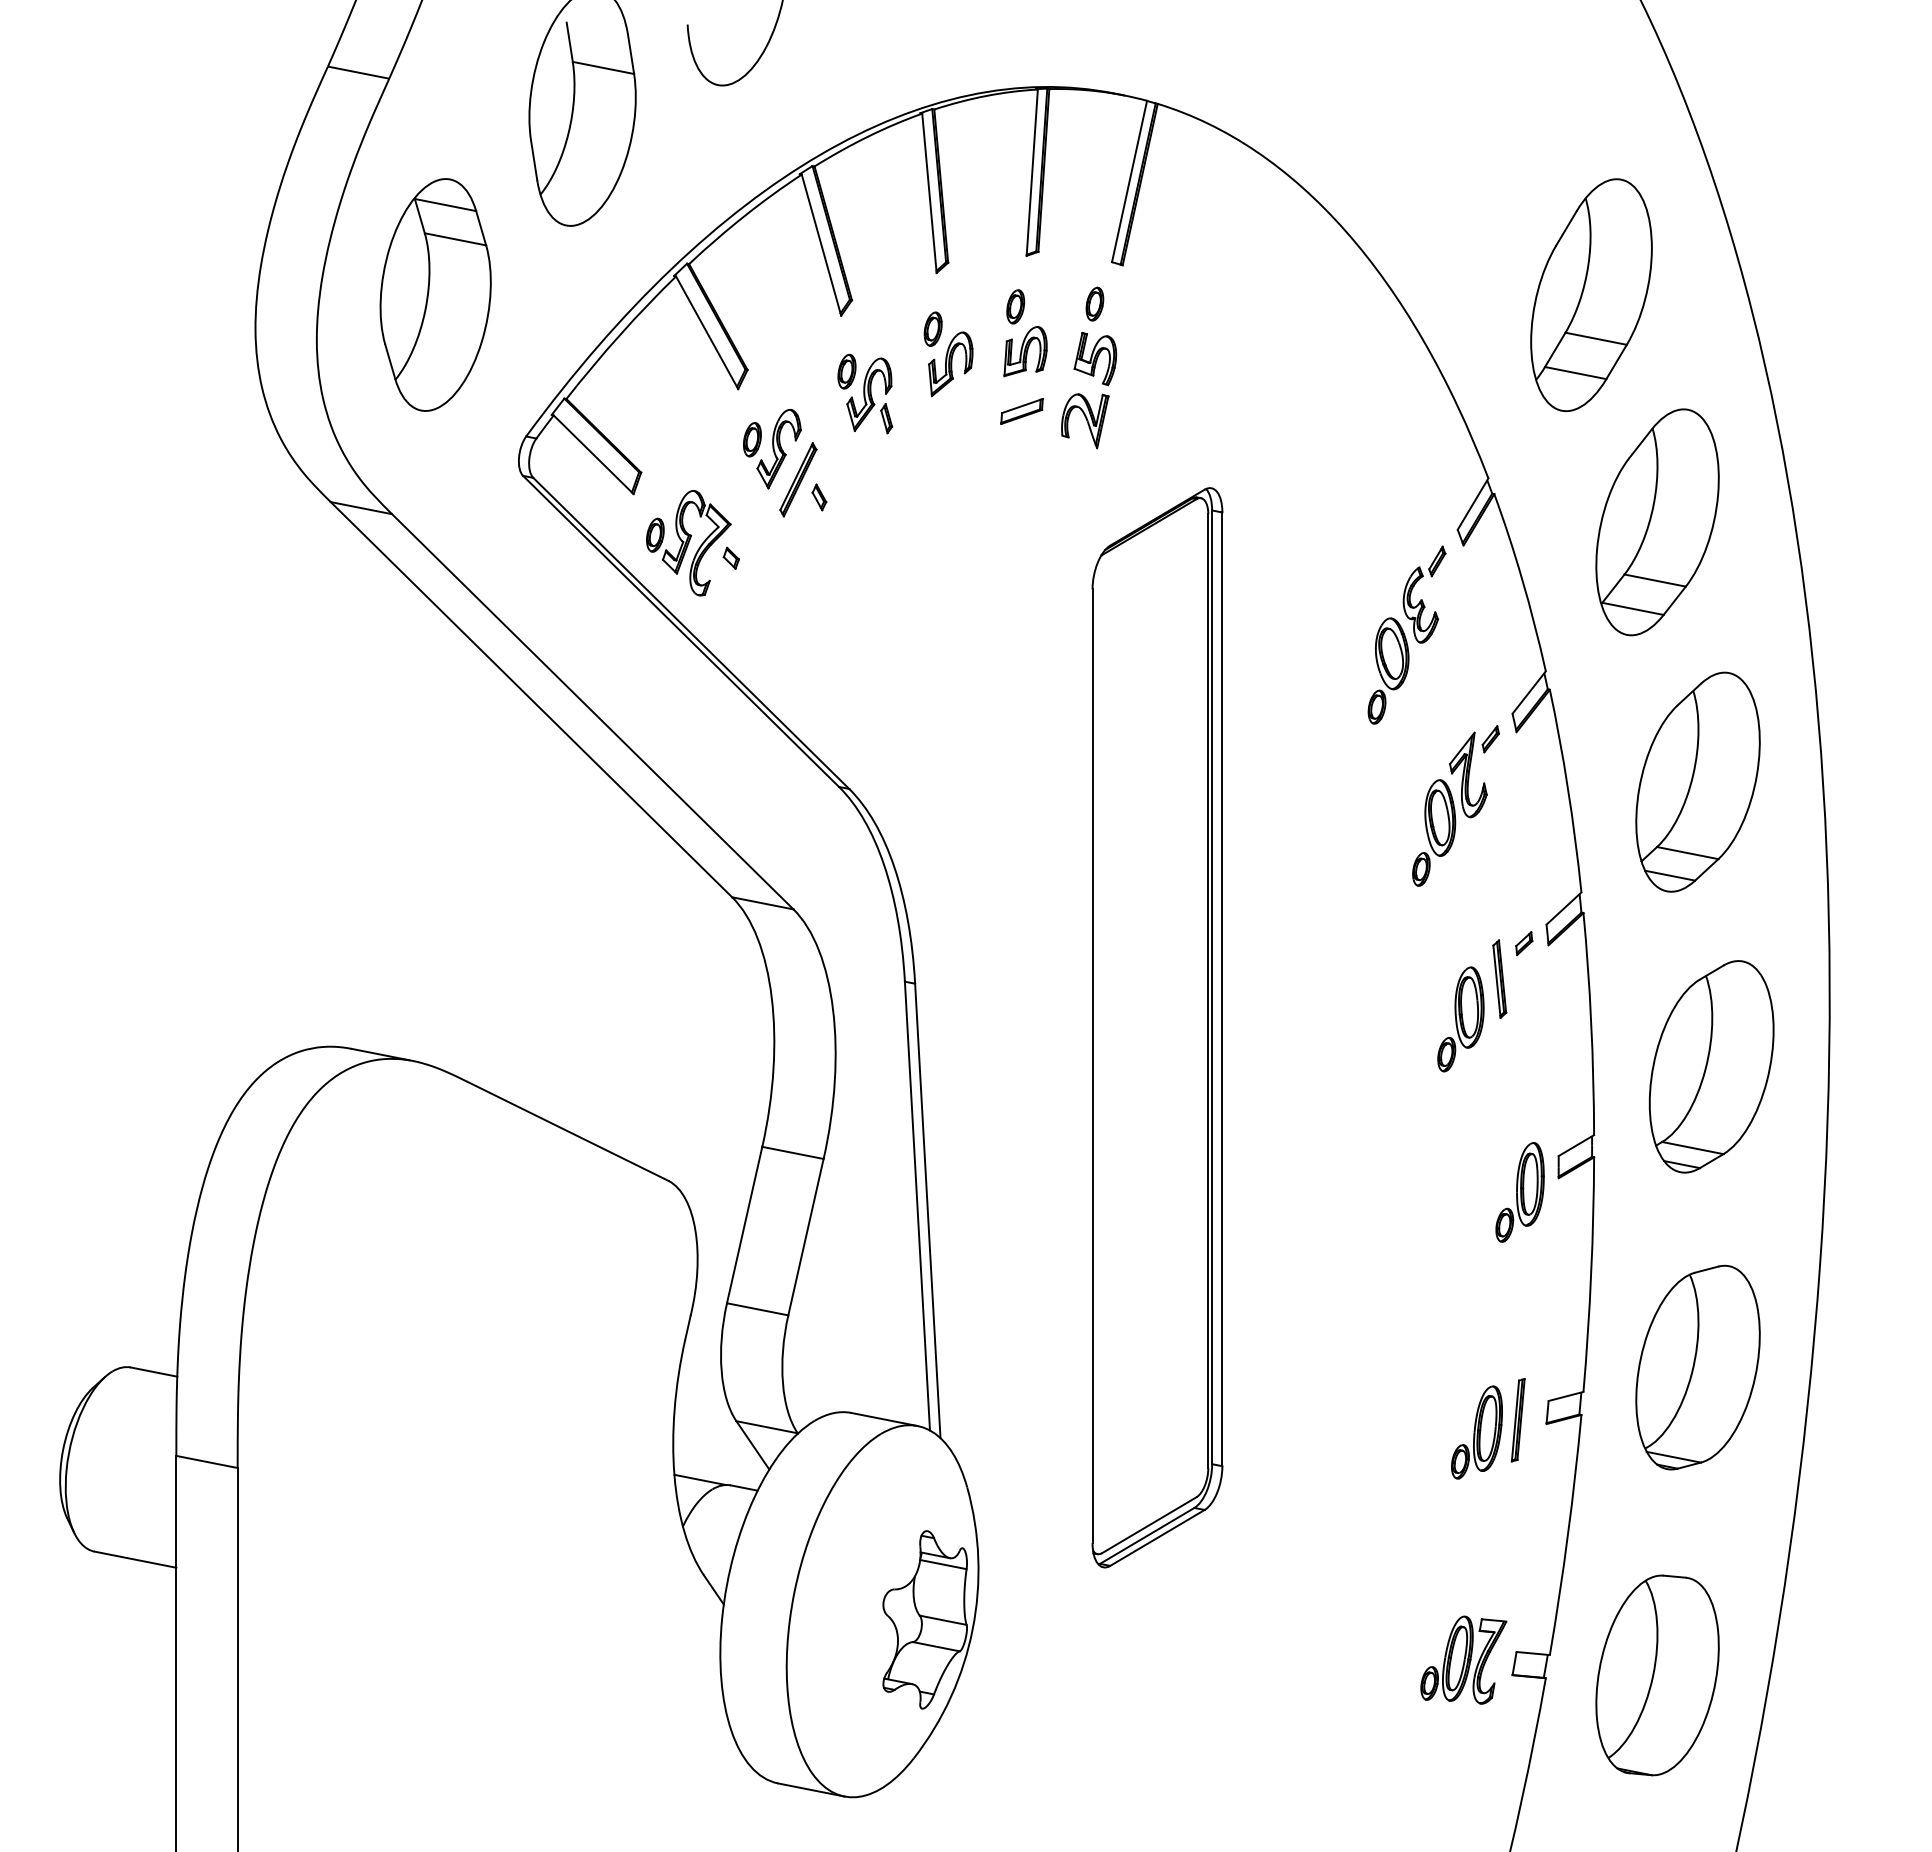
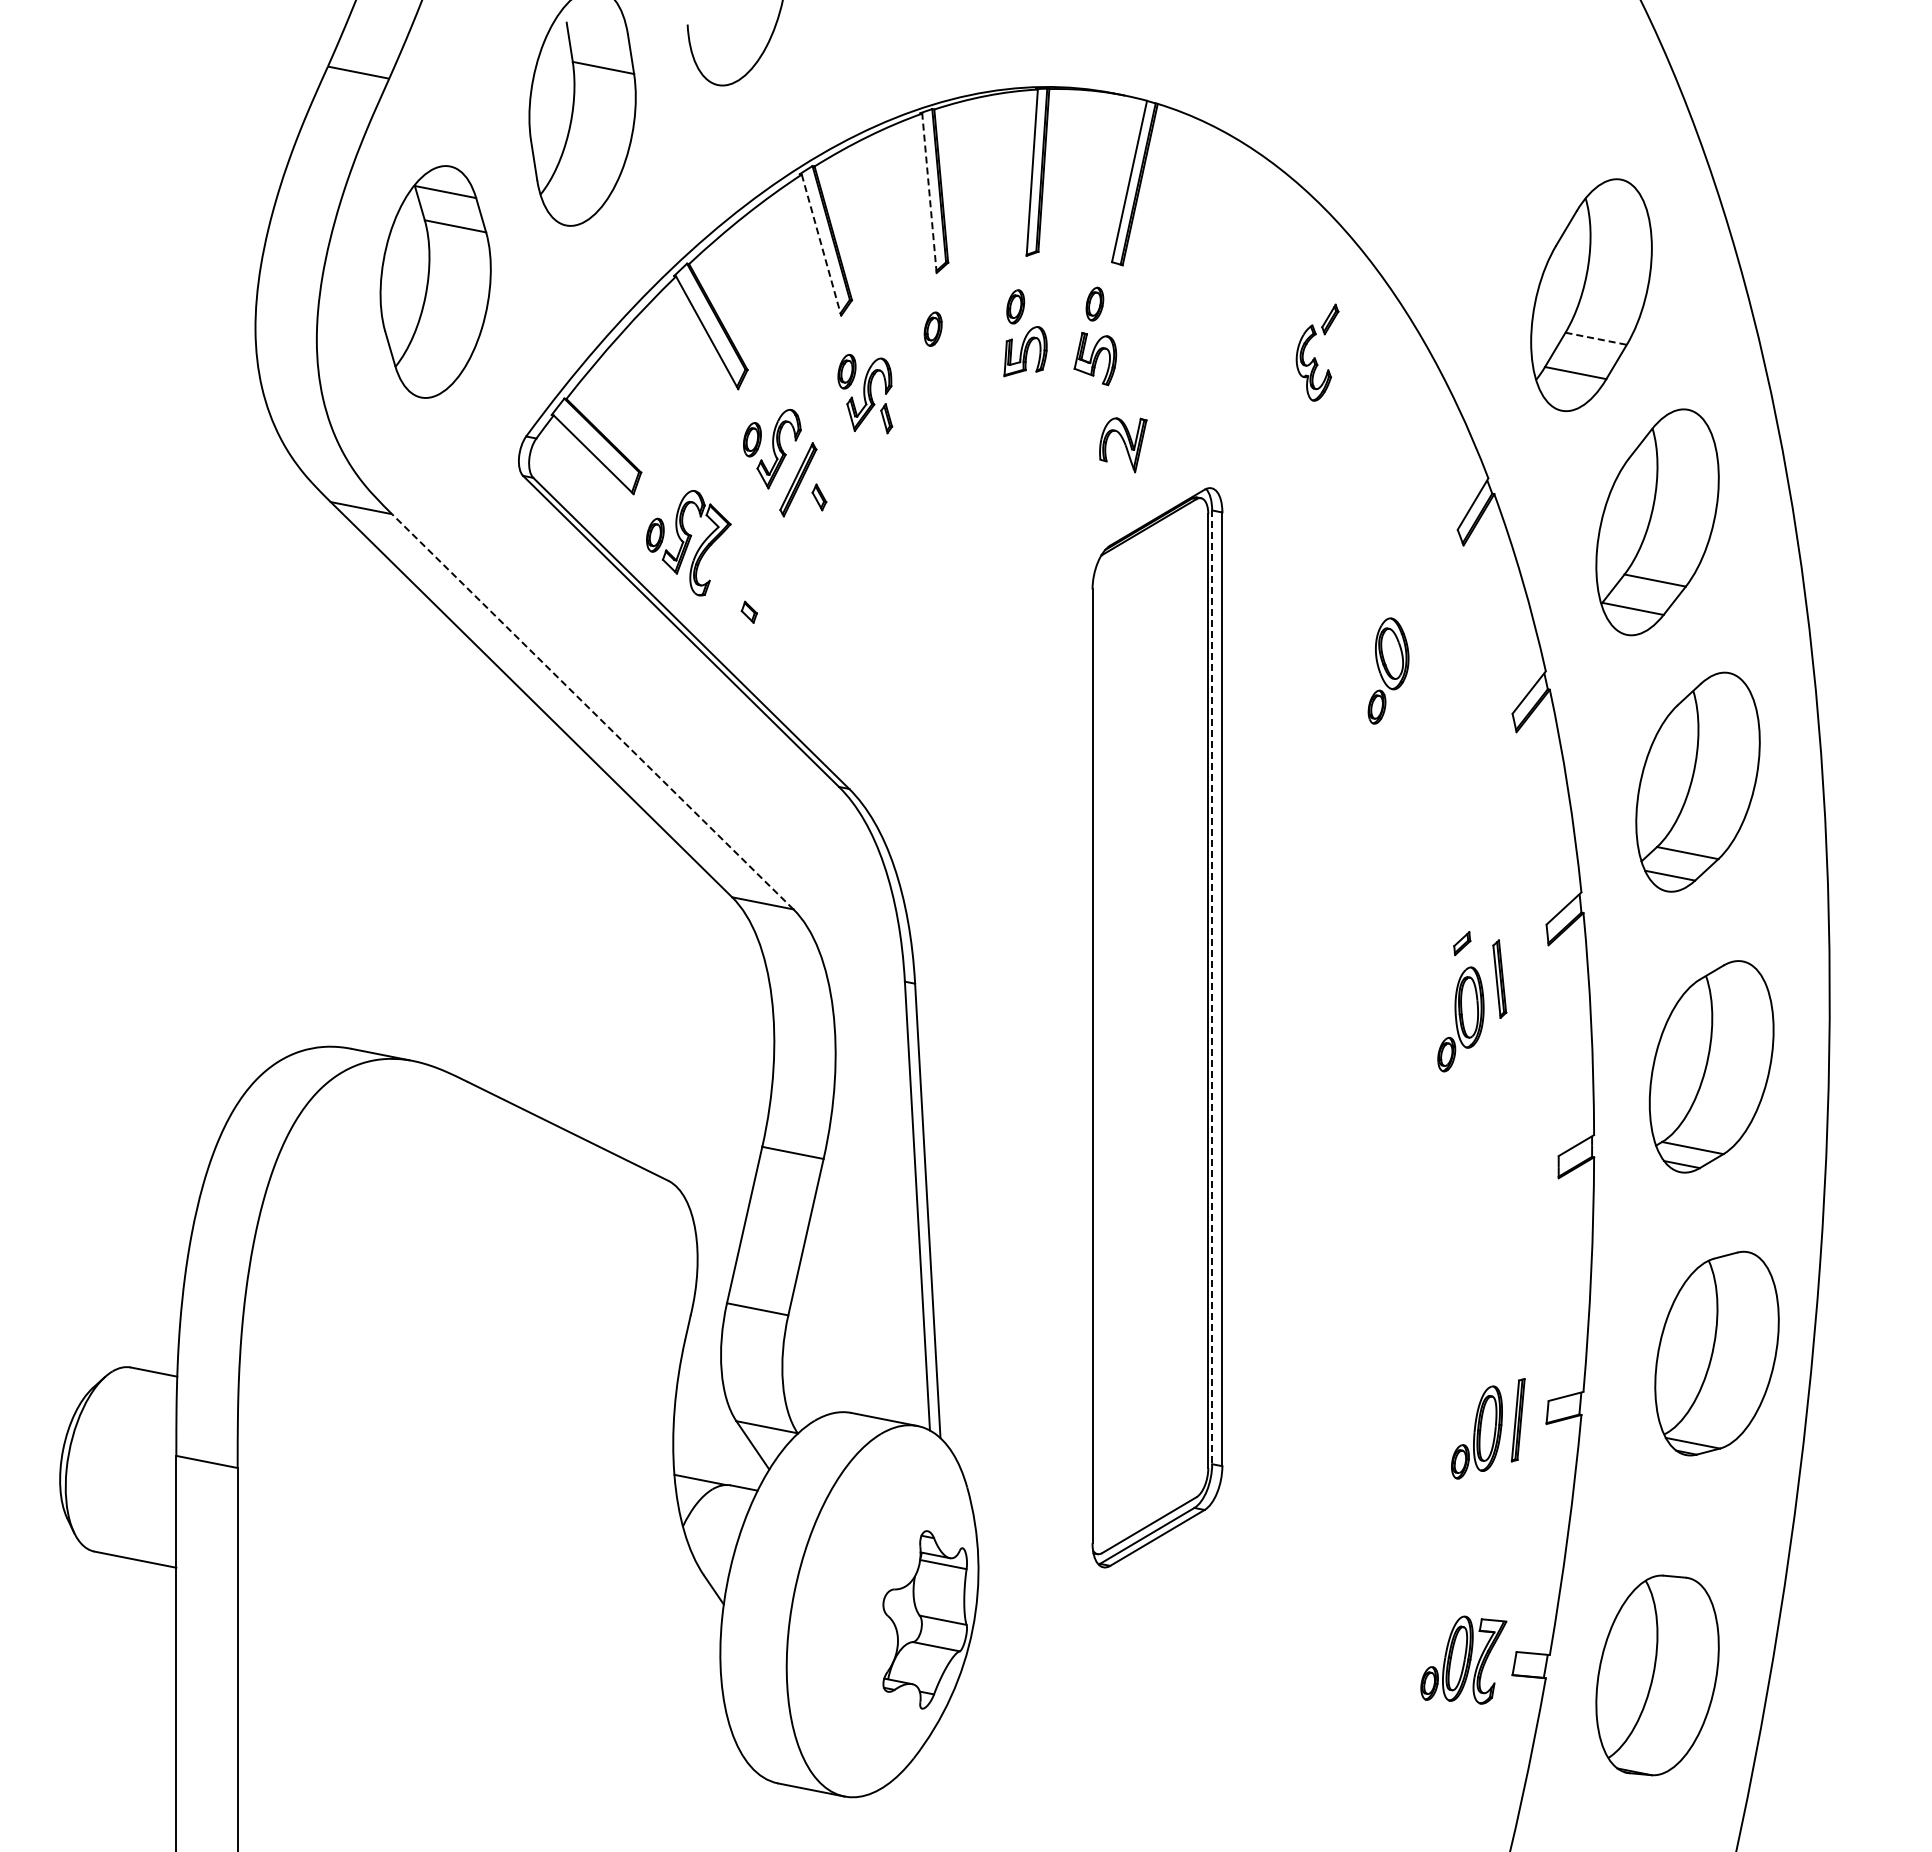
line at (929, 192): solid -> dashed
line at (821, 245): solid -> dashed
part at (435, 294) position: (435, 294) -> (435, 281)
line at (1596, 338): solid -> dashed
part at (950, 364): present -> none
part at (1021, 411): present -> none
part at (1085, 421) position: (1085, 421) -> (1123, 445)
part at (730, 557) position: (730, 557) -> (748, 611)
part at (1424, 594) position: (1424, 594) -> (1317, 352)
line at (592, 711): solid -> dashed
part at (1455, 805): present -> none
part at (1524, 943) position: (1524, 943) -> (1462, 943)
line at (1212, 987): solid -> dashed
part at (1519, 1192): present -> none
part at (1697, 1367) position: (1697, 1367) -> (1716, 1353)
